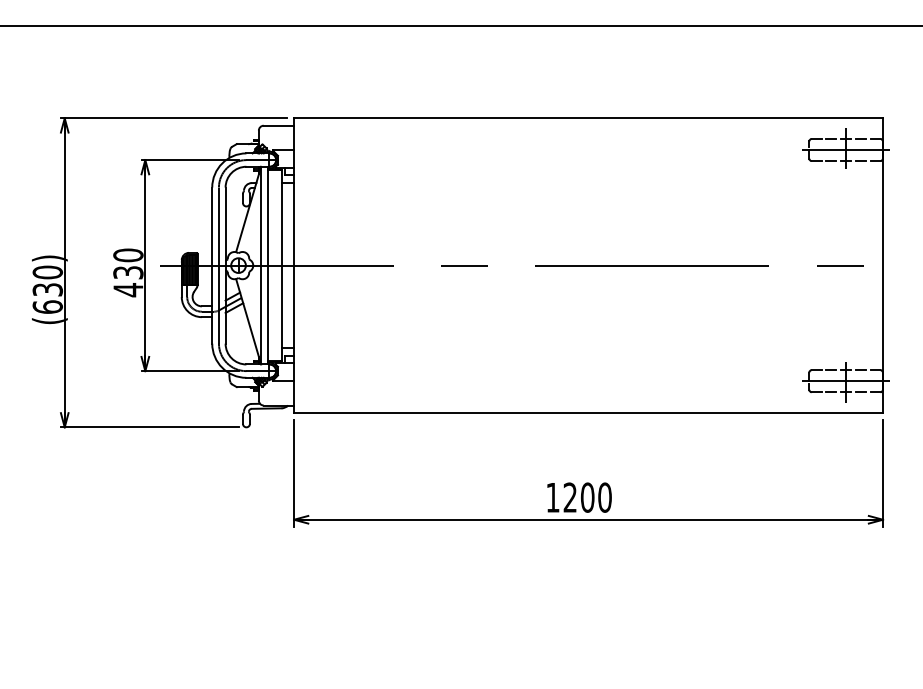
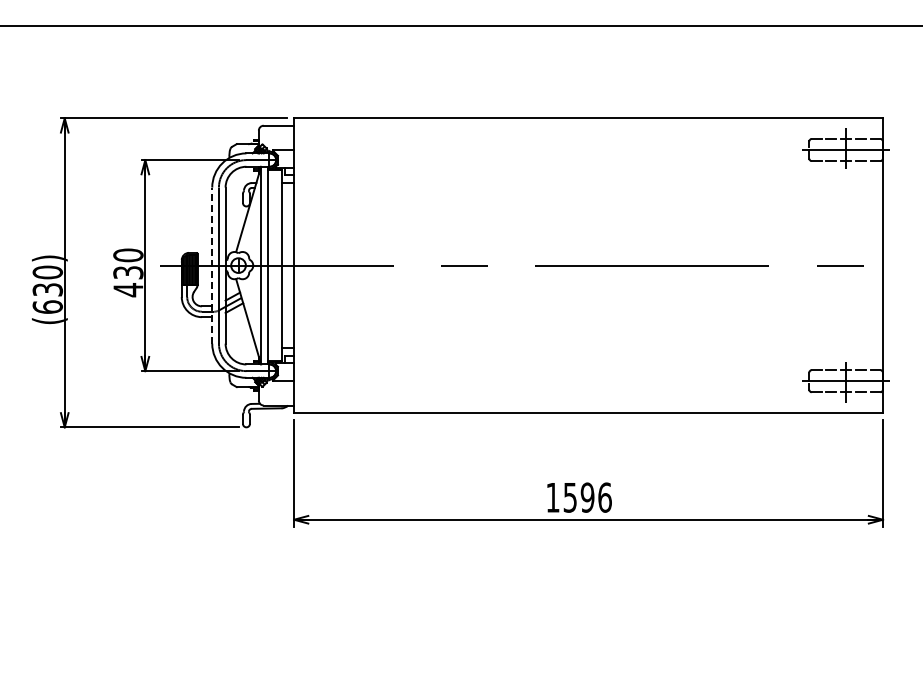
line at (212, 265): solid -> dashed
text at (587, 497): 1200 -> 1596
